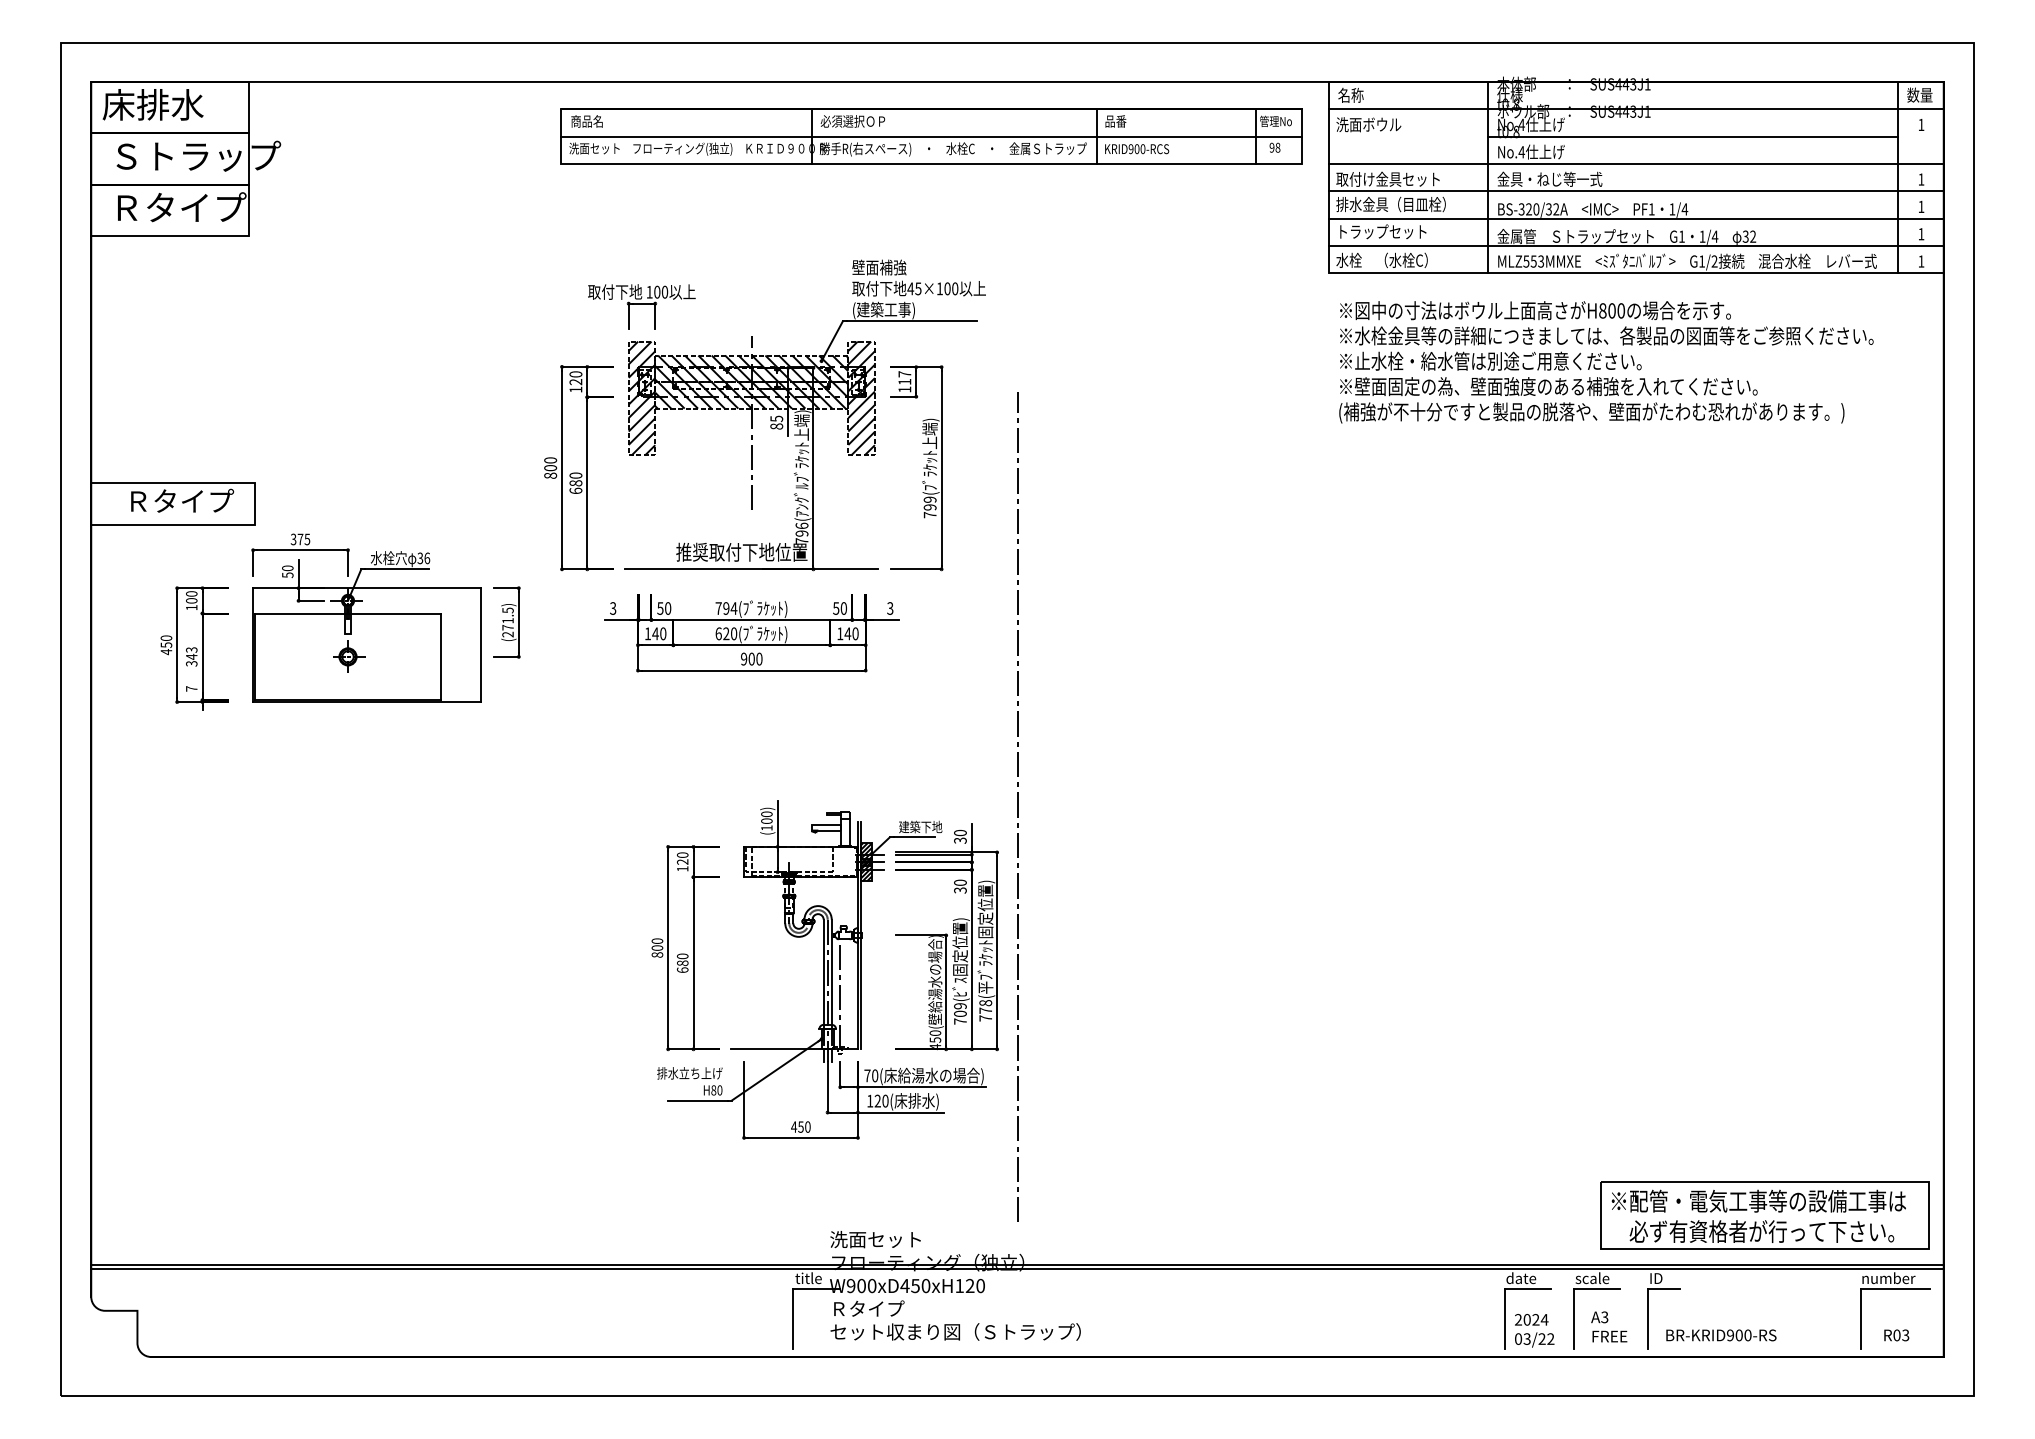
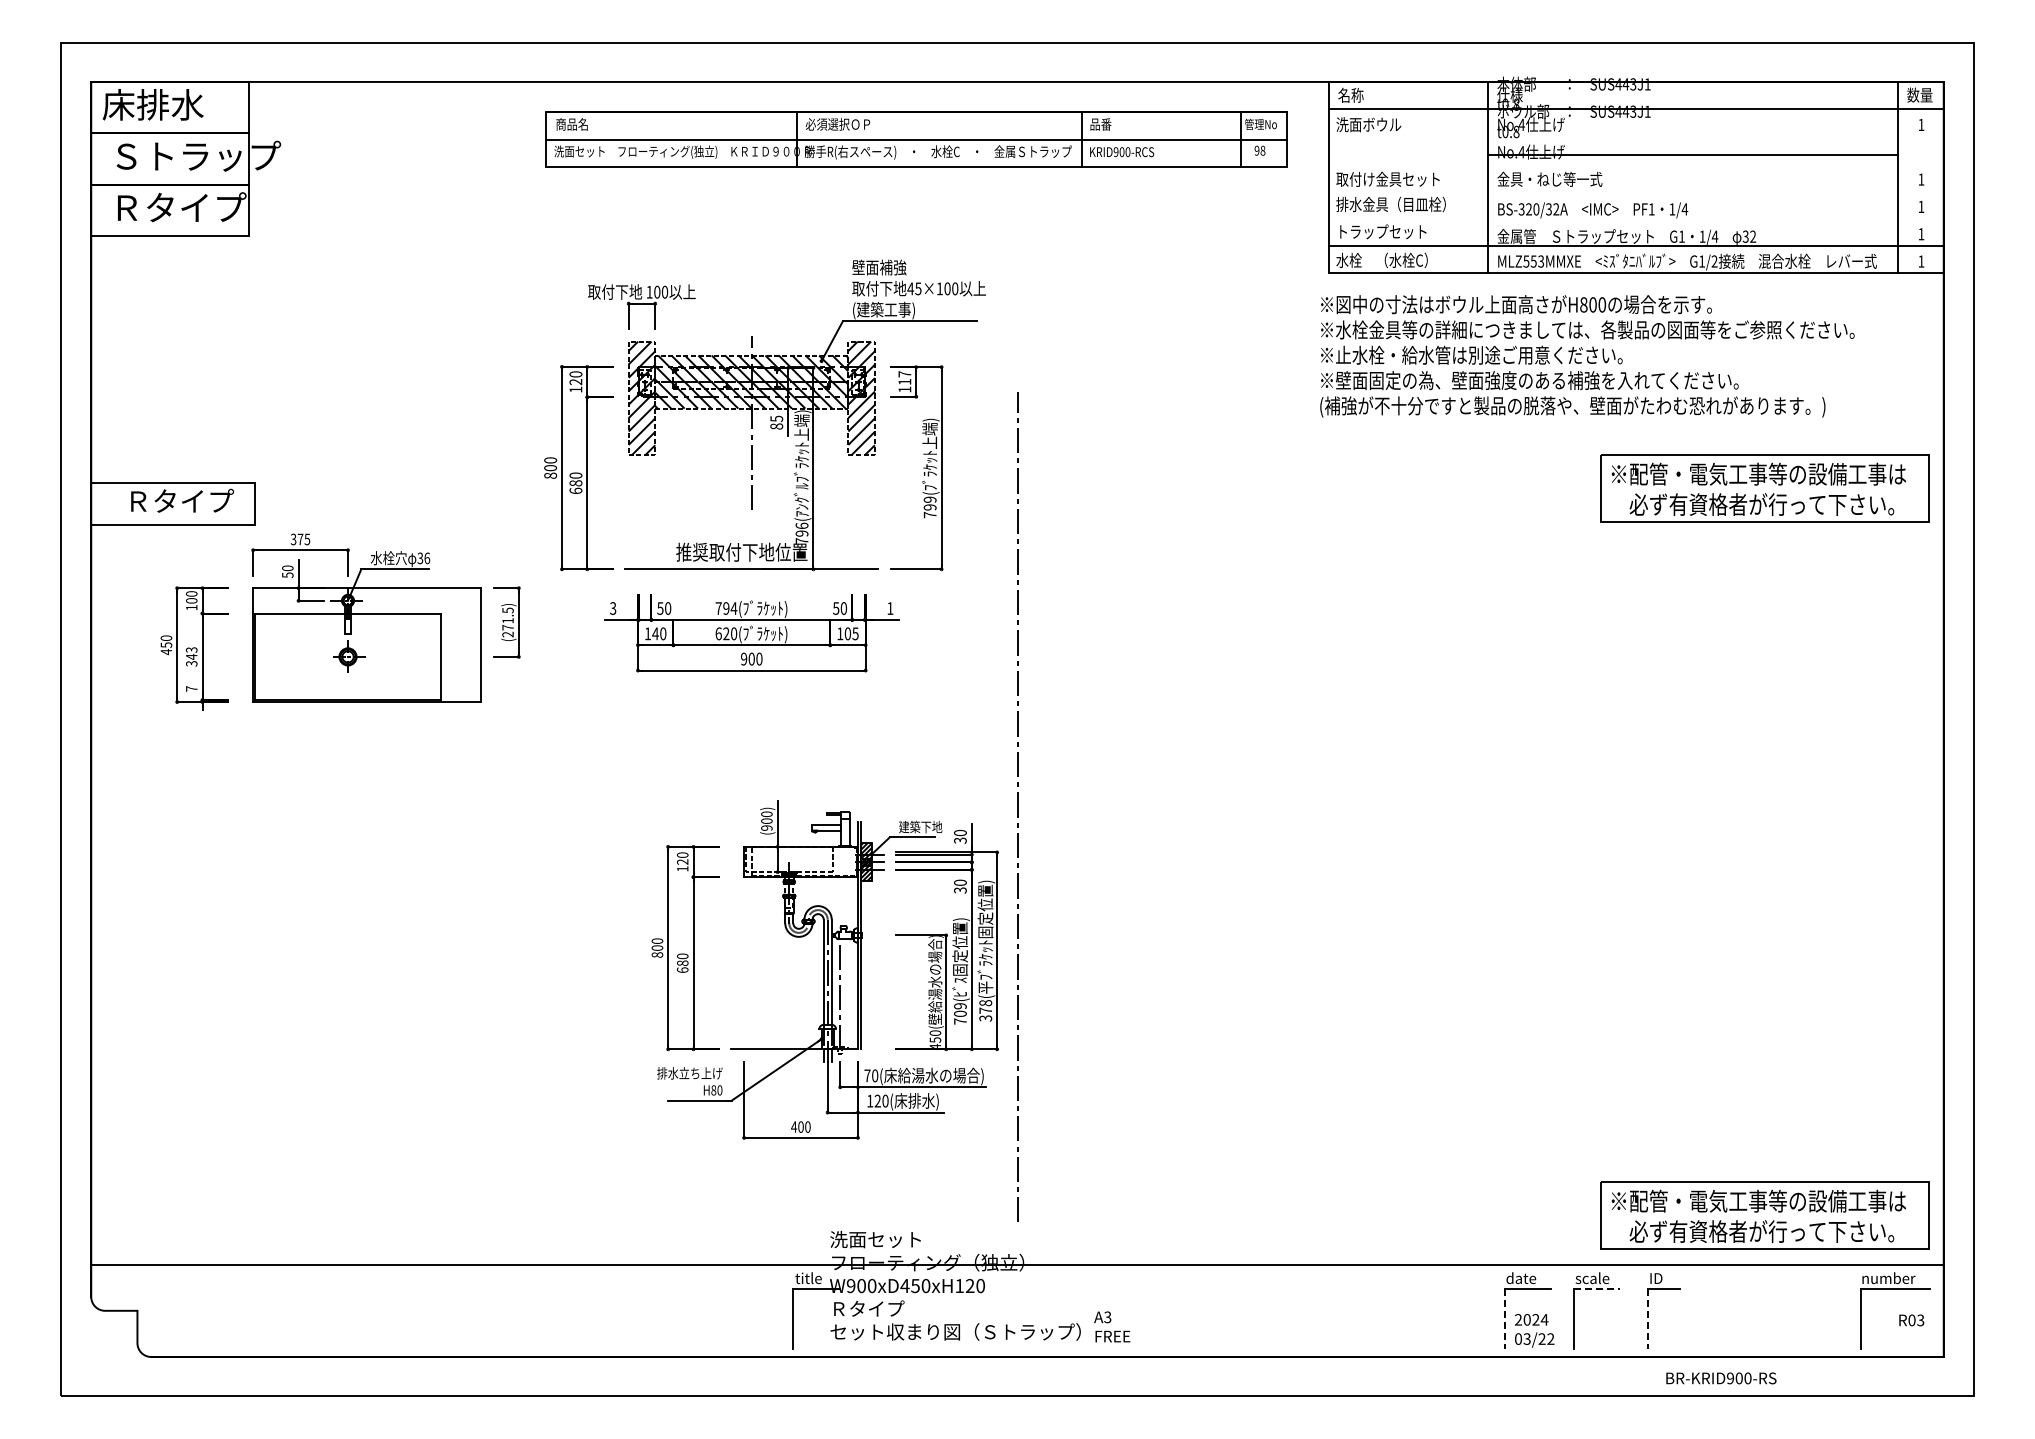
part at (931, 136) position: (931, 136) -> (916, 139)
line at (1693, 136) position: (1693, 136) -> (1693, 154)
line at (1635, 163): present -> none
line at (1635, 191): present -> none
line at (1635, 218): present -> none
text at (1606, 362) position: (1606, 362) -> (1587, 356)
part at (1764, 488): none -> present
text at (890, 608): 3 -> 1
text at (851, 633): 140 -> 105
text at (766, 827): (100) -> (900)
text at (985, 1018): 778( -> 378(
text at (800, 1126): 450 -> 400
line at (1017, 1269): present -> none
line at (1597, 1289): solid -> dashed
line at (1504, 1319): solid -> dashed
line at (1648, 1319): solid -> dashed
text at (1609, 1326) position: (1609, 1326) -> (1112, 1326)
text at (1721, 1335) position: (1721, 1335) -> (1721, 1378)
text at (1896, 1335) position: (1896, 1335) -> (1911, 1320)
